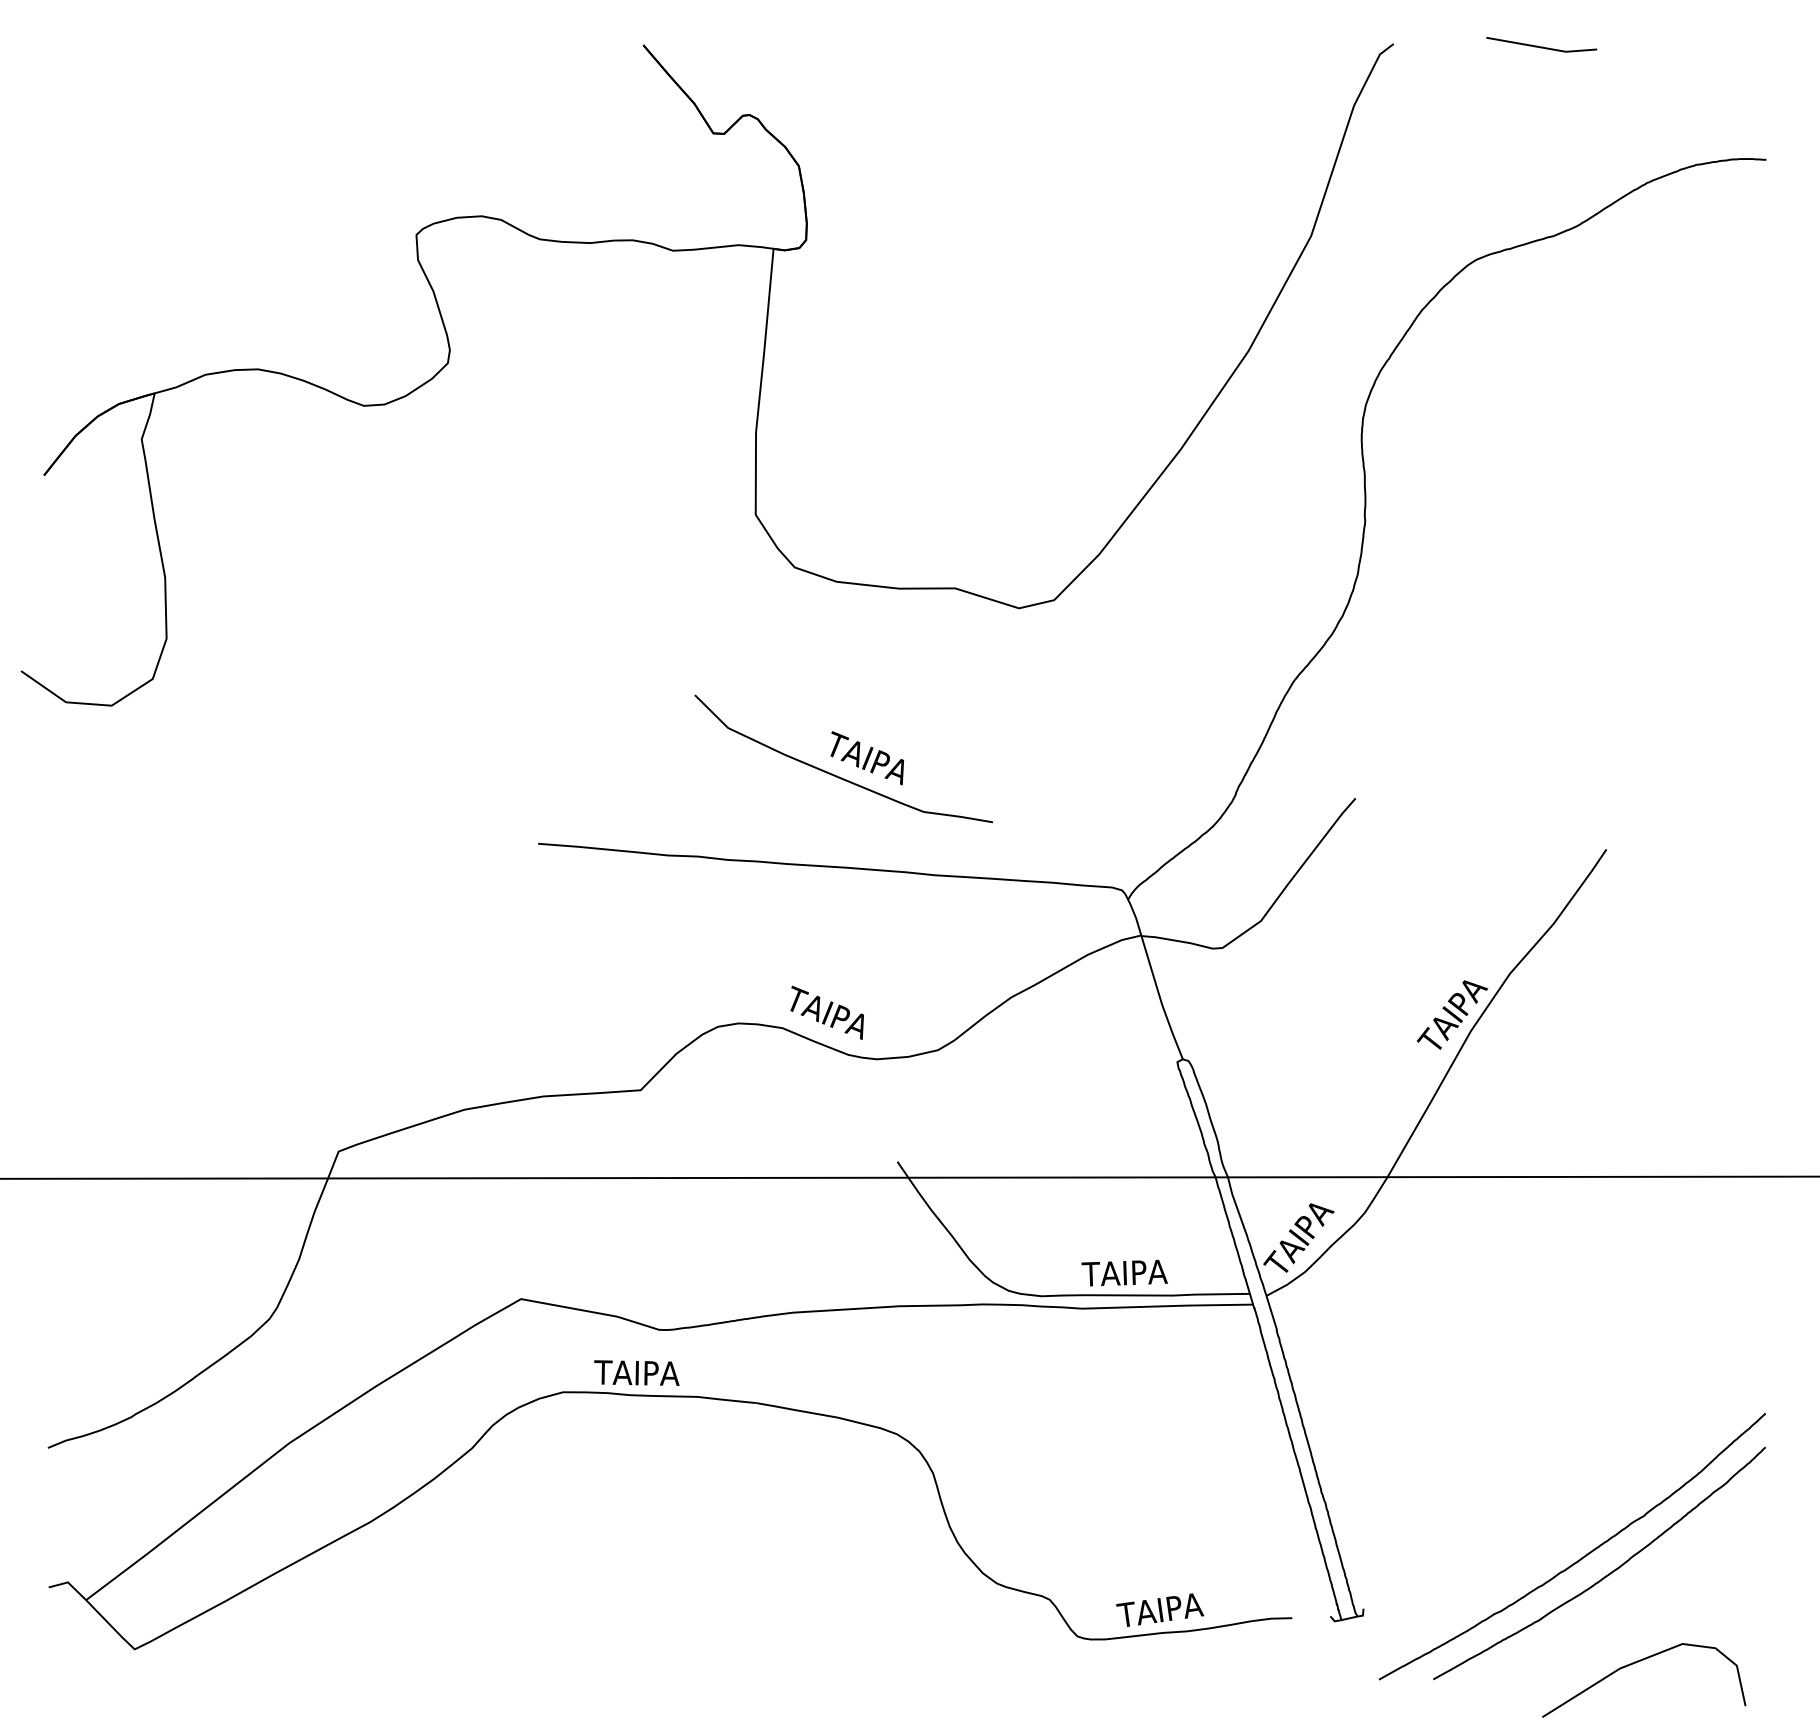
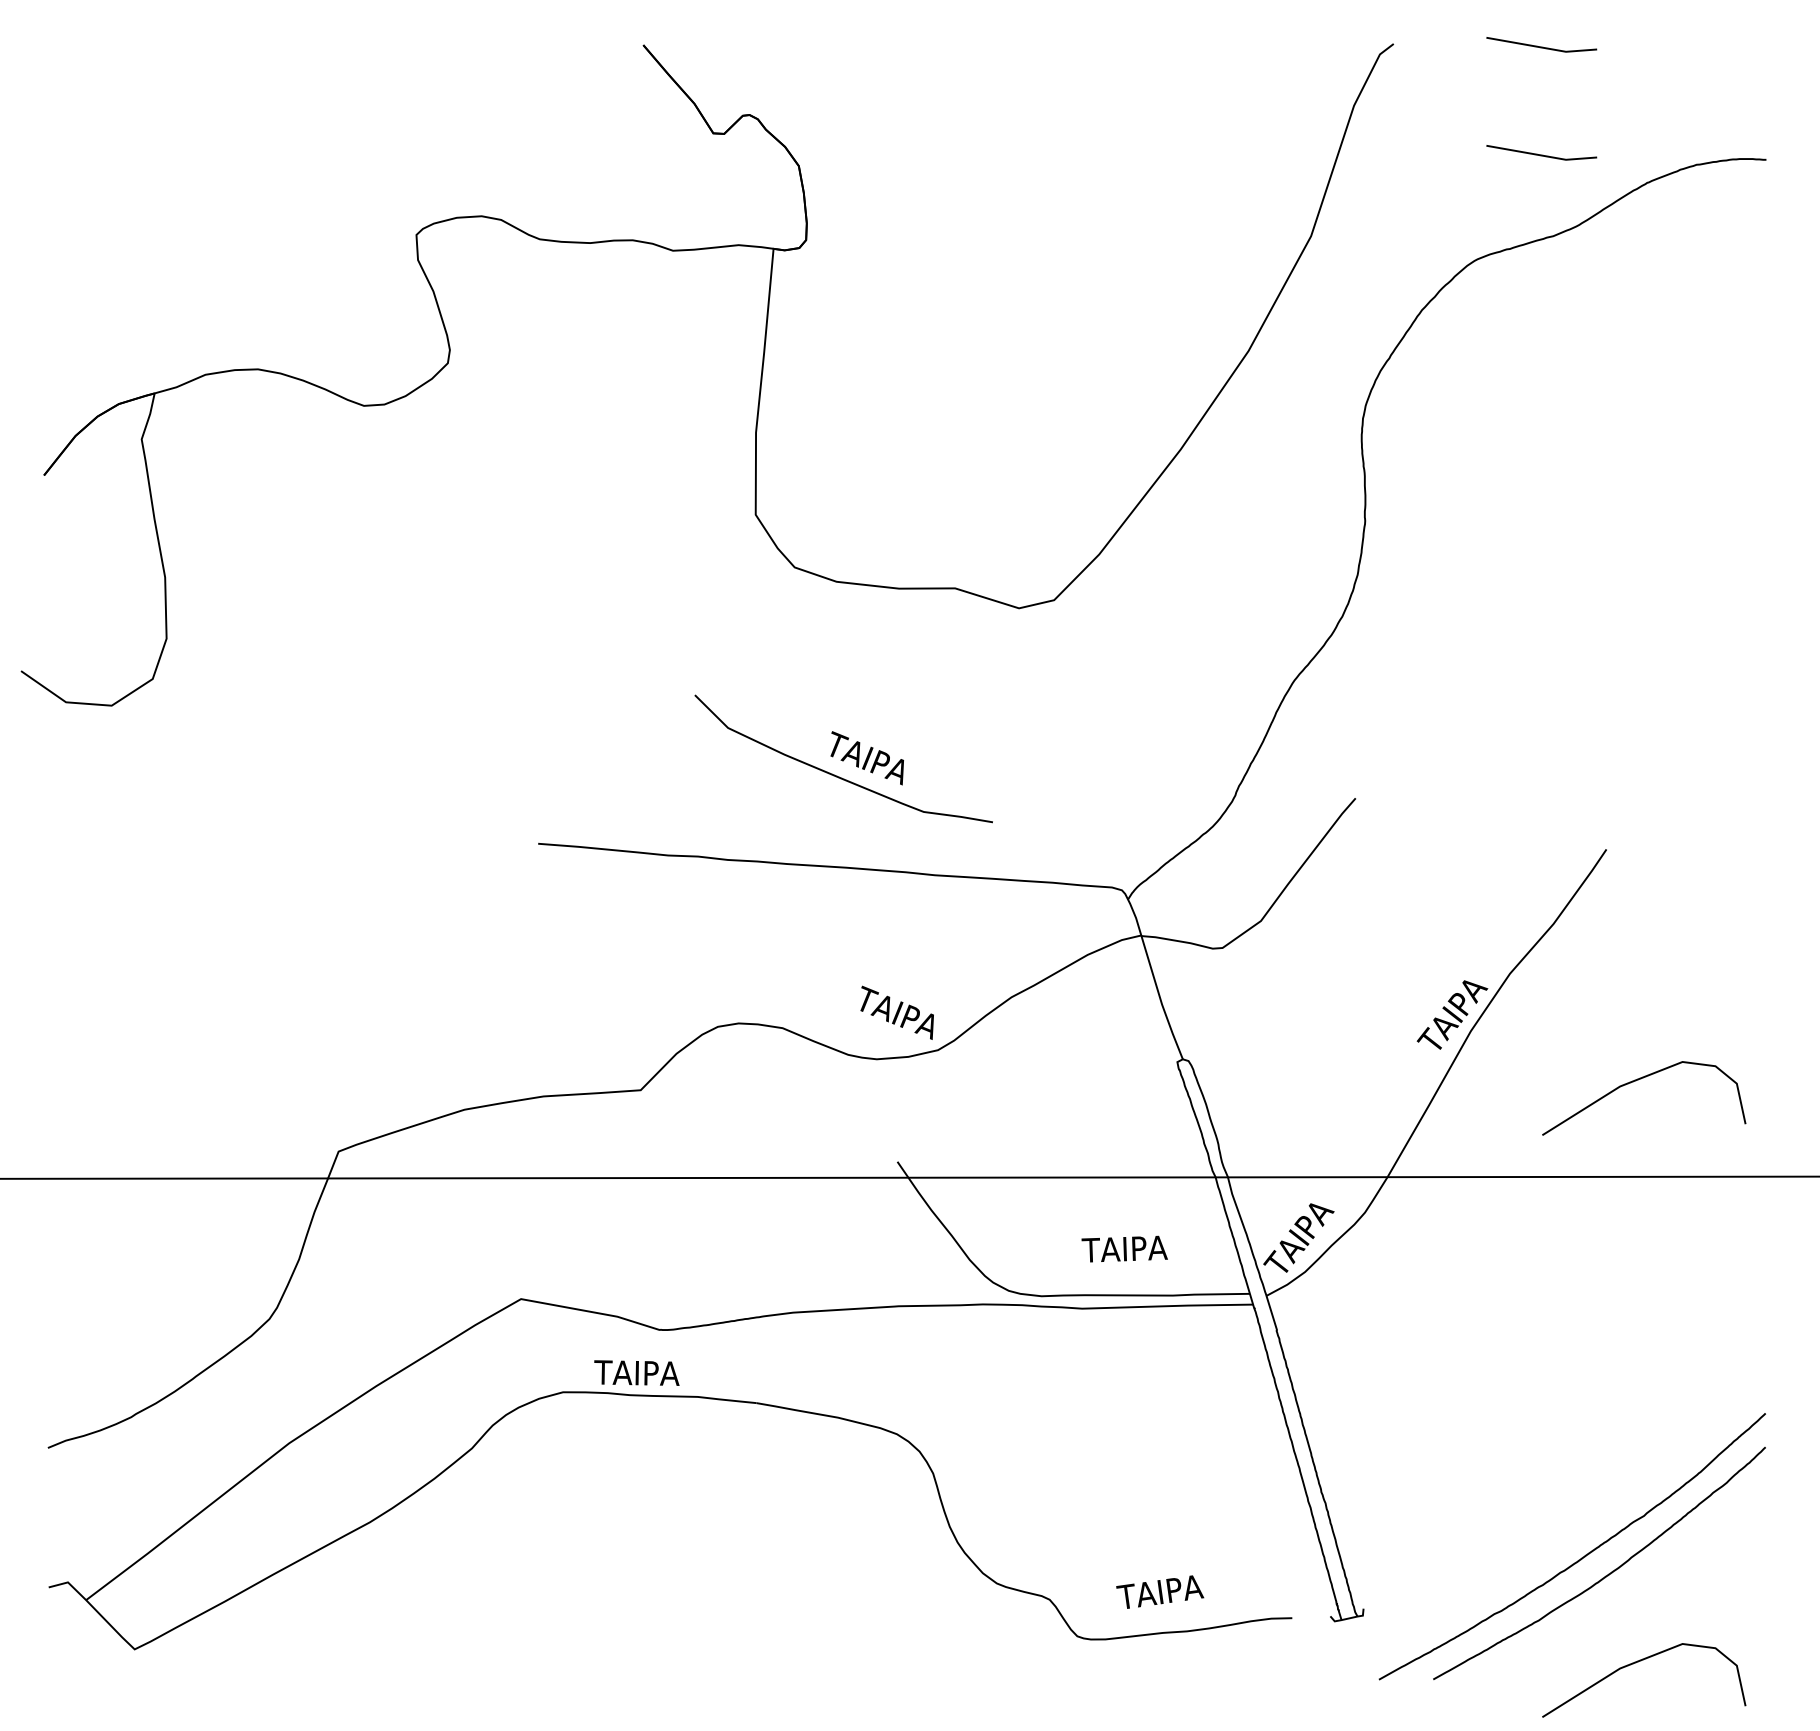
line at (1541, 154): none -> present
text at (826, 1012) position: (826, 1012) -> (896, 1012)
curve at (1638, 1080): none -> present
text at (1124, 1272) position: (1124, 1272) -> (1124, 1248)
text at (1160, 1609) position: (1160, 1609) -> (1160, 1591)
